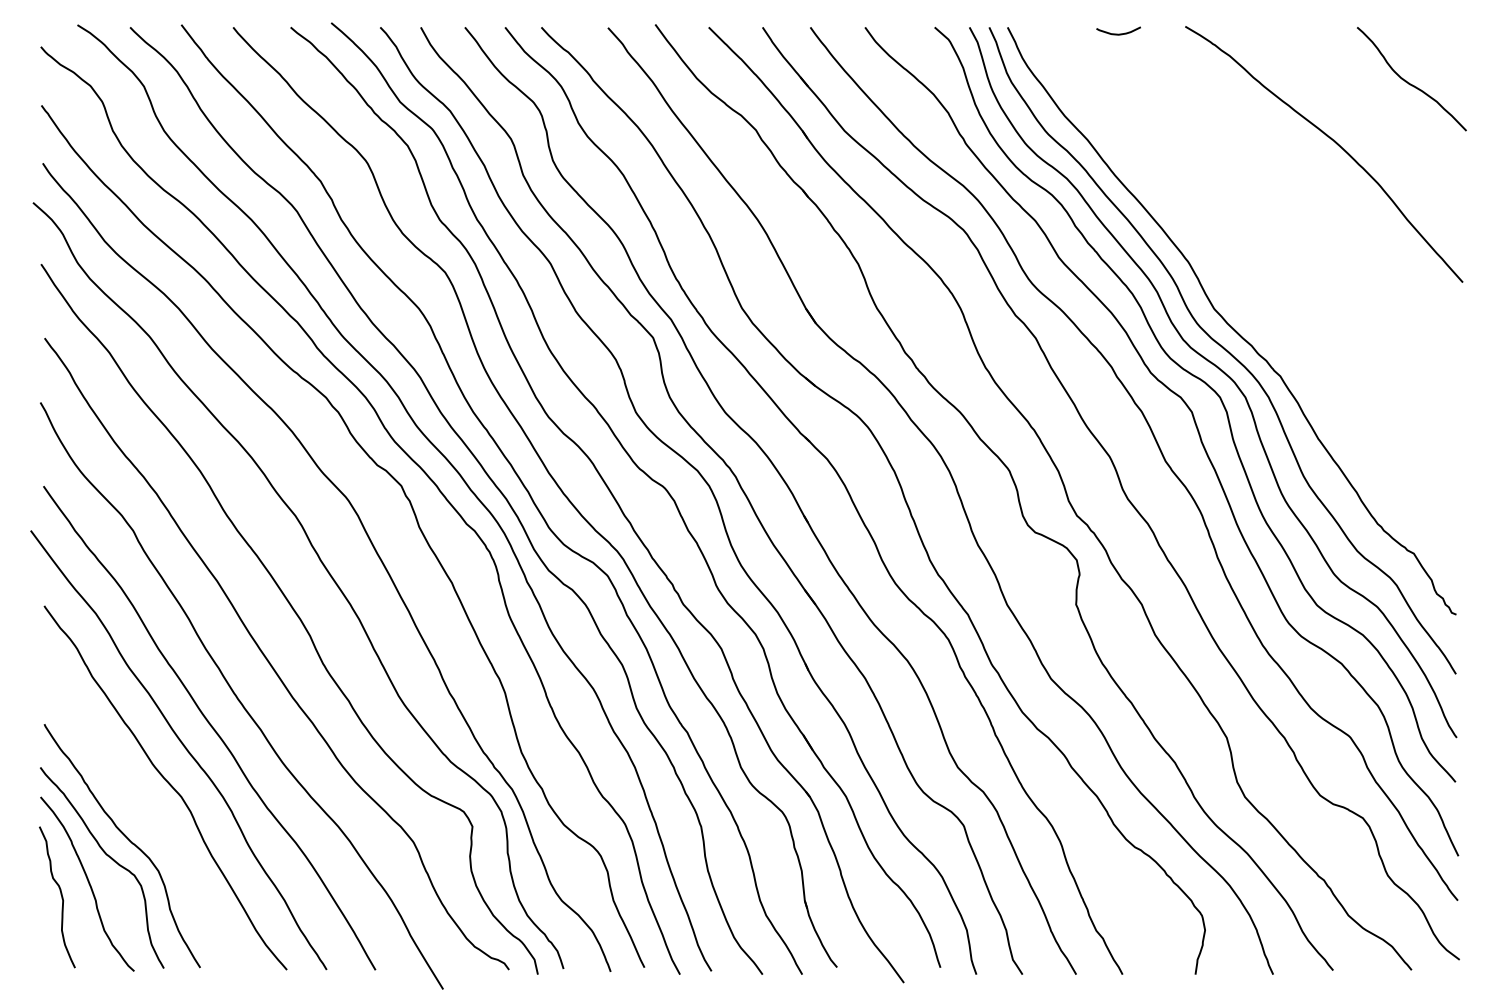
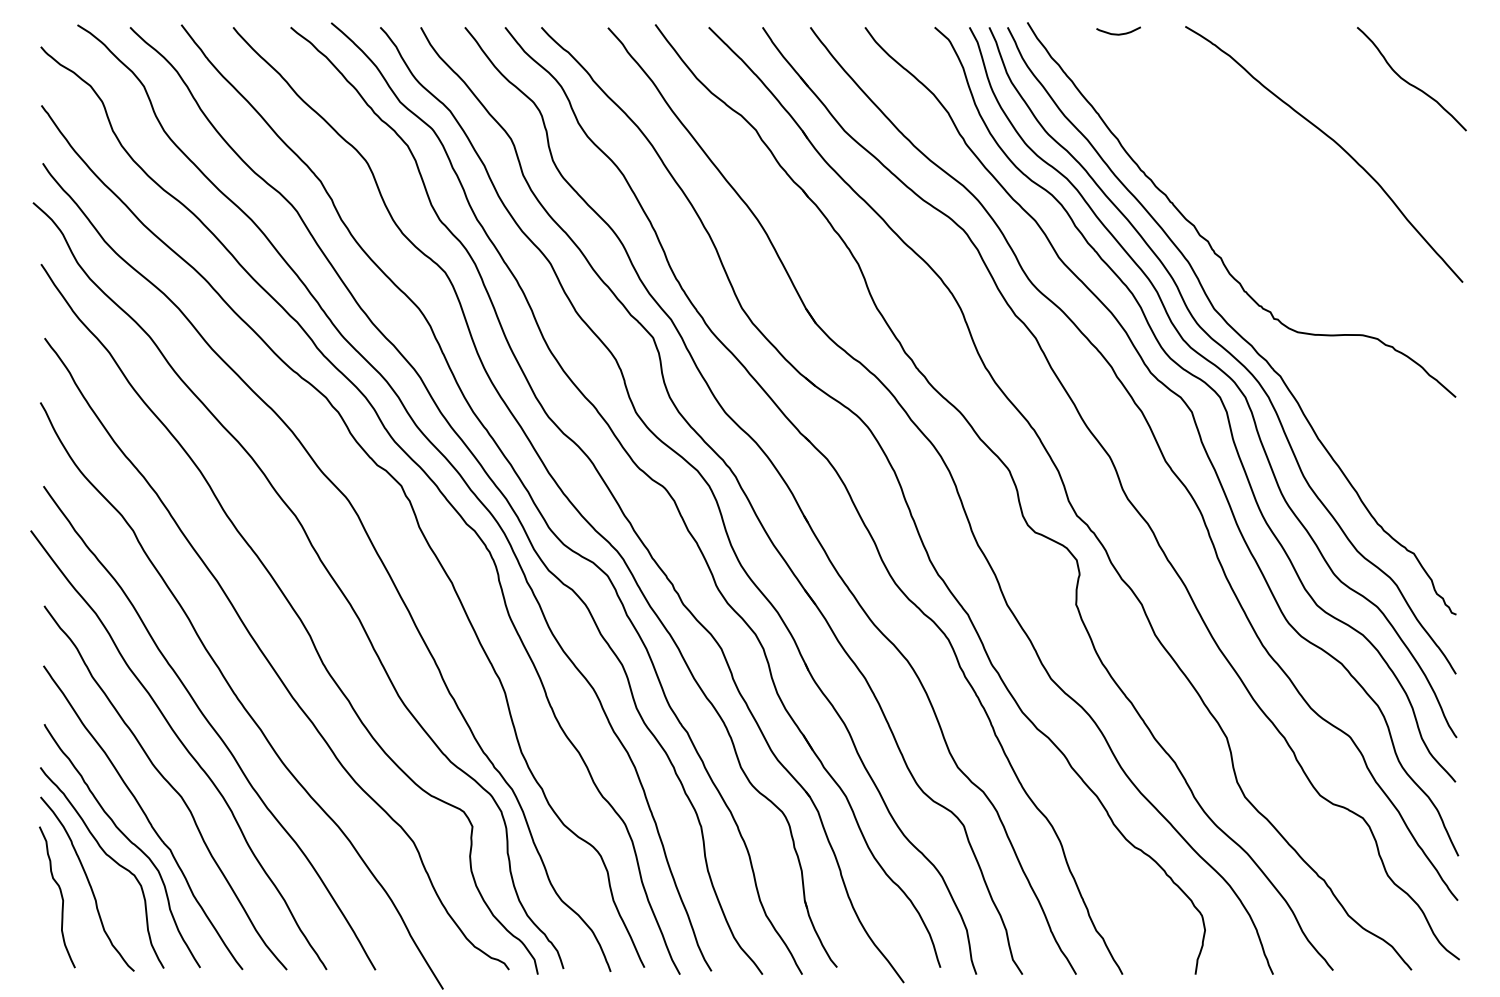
curve at (1209, 241): none -> present
curve at (145, 817): none -> present
